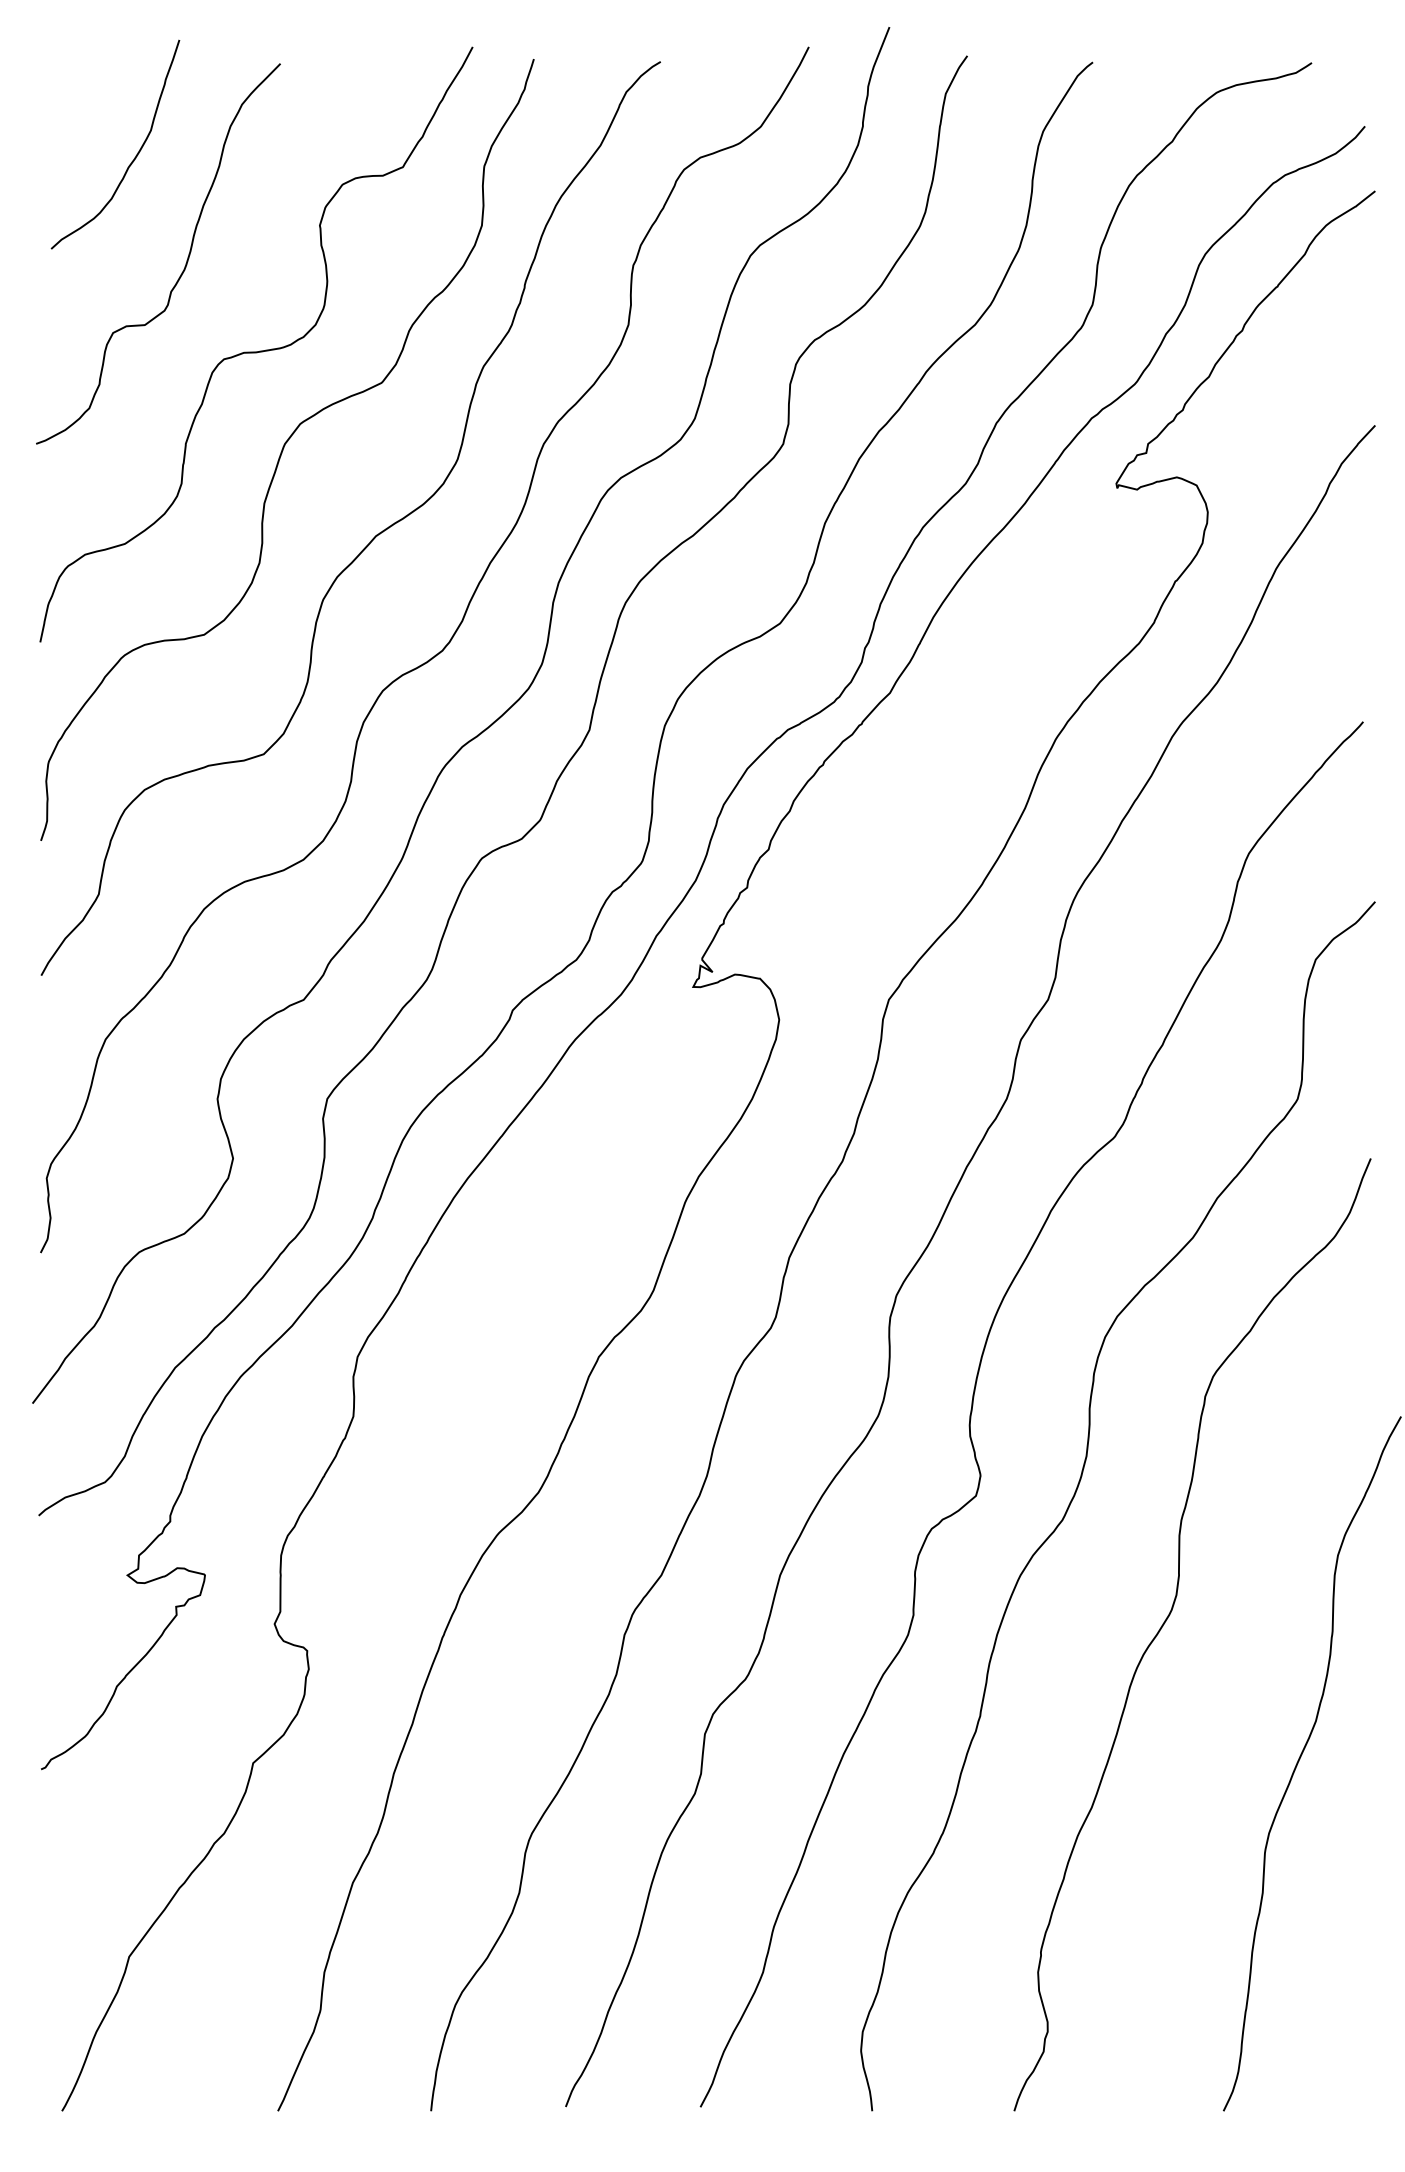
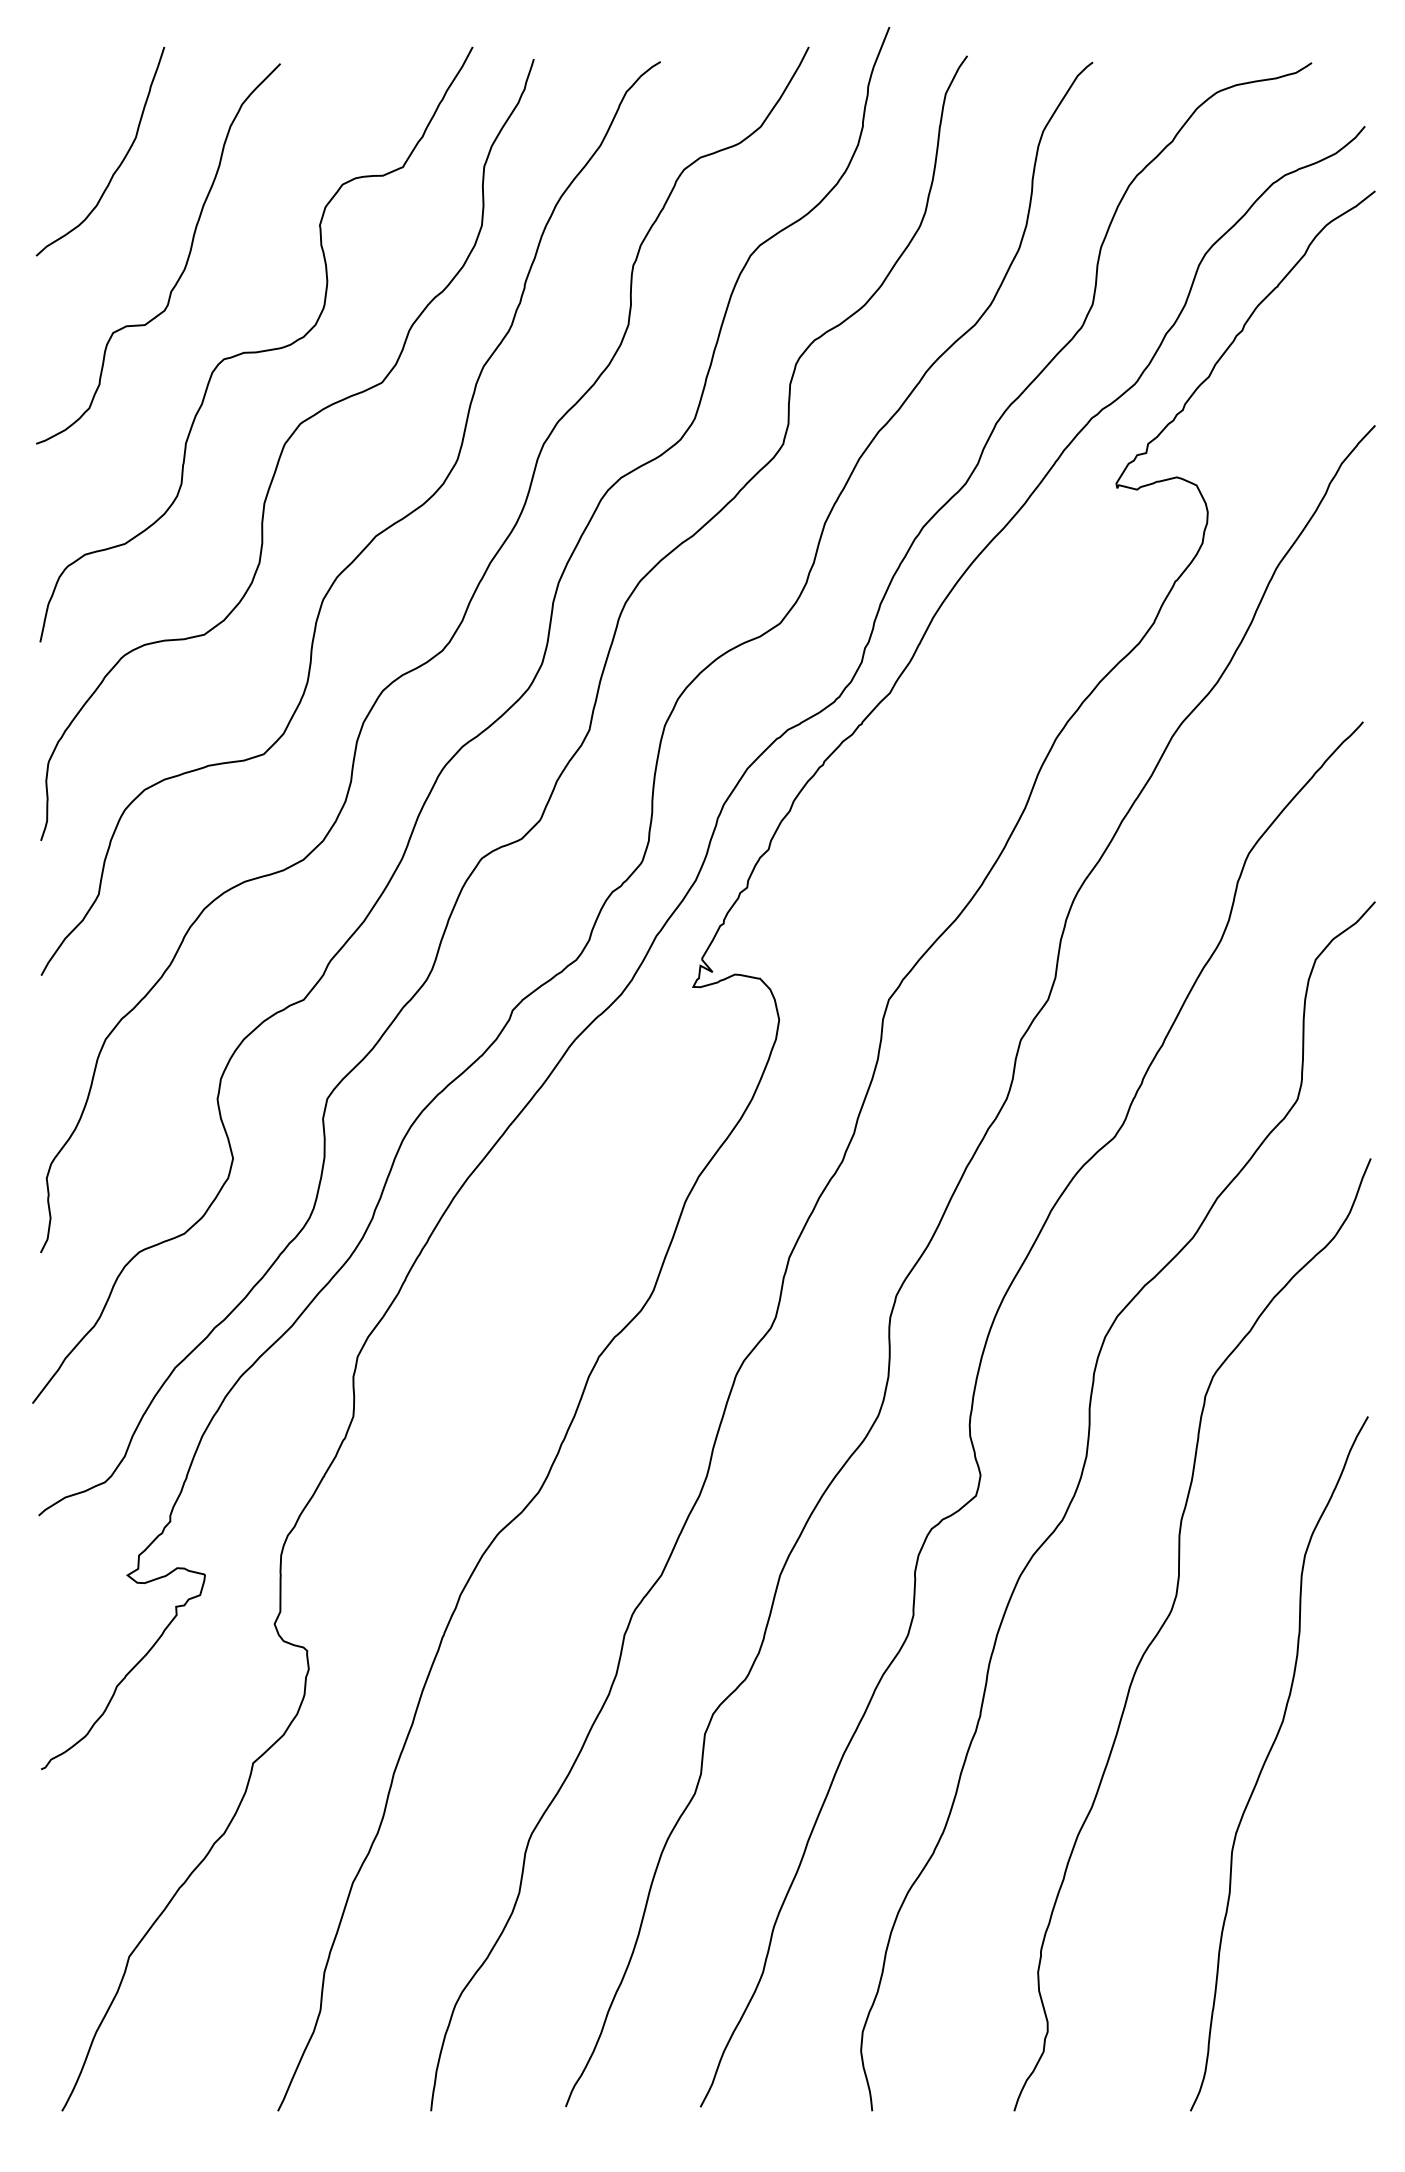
curve at (135, 155) position: (135, 155) -> (120, 162)
curve at (1301, 1757) position: (1301, 1757) -> (1268, 1757)
